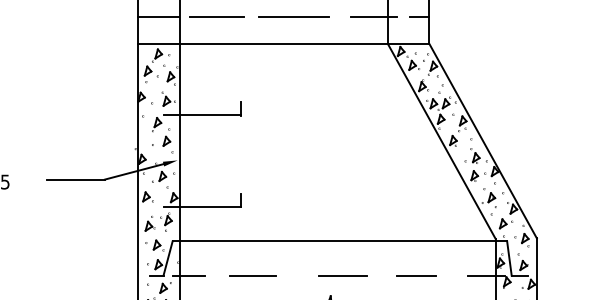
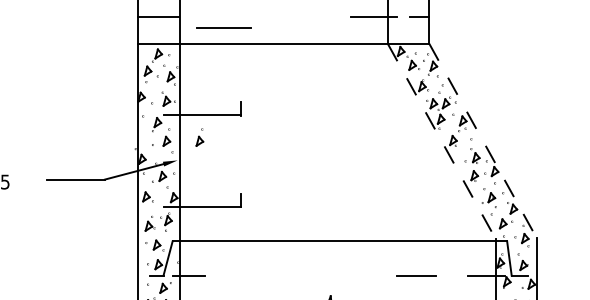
line at (216, 16) position: (216, 16) -> (223, 27)
line at (293, 16): present -> none
part at (199, 137): none -> present
line at (483, 141): solid -> dashed
line at (442, 142): solid -> dashed
line at (252, 275): present -> none
line at (343, 275): present -> none
